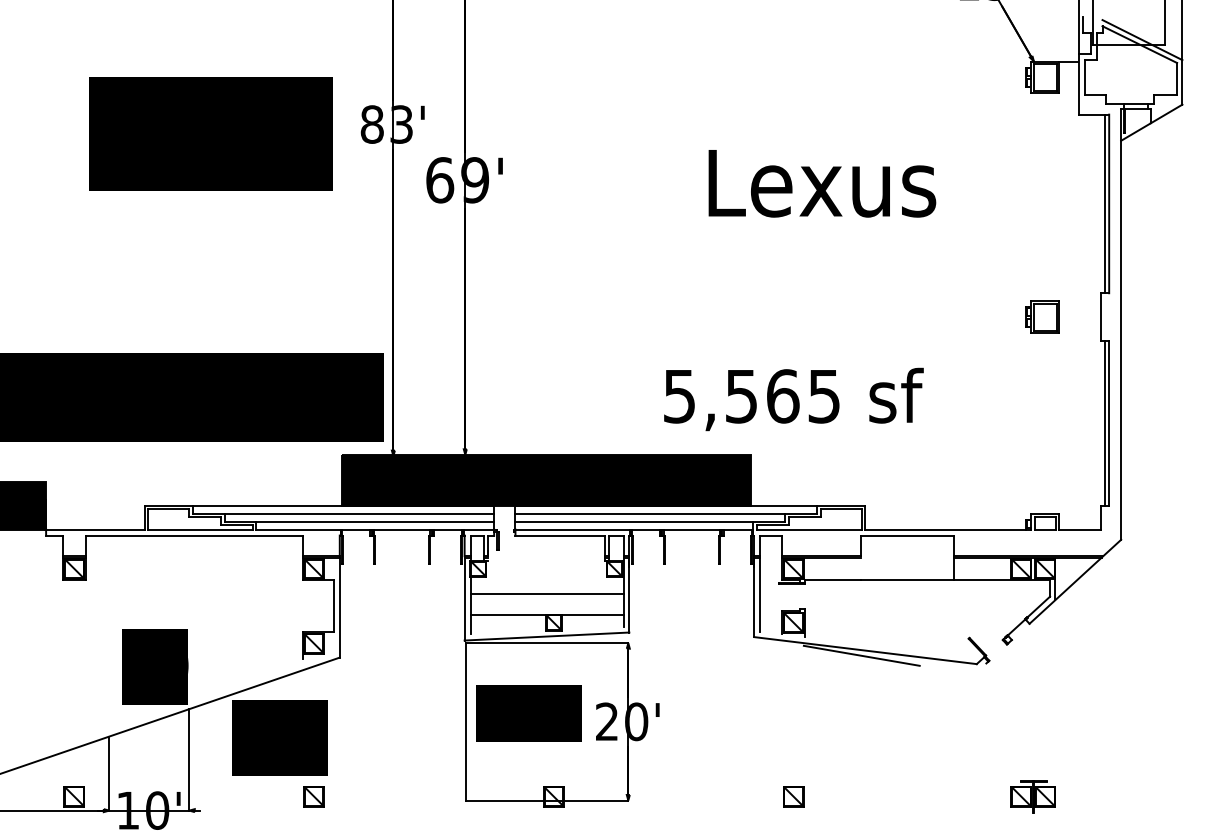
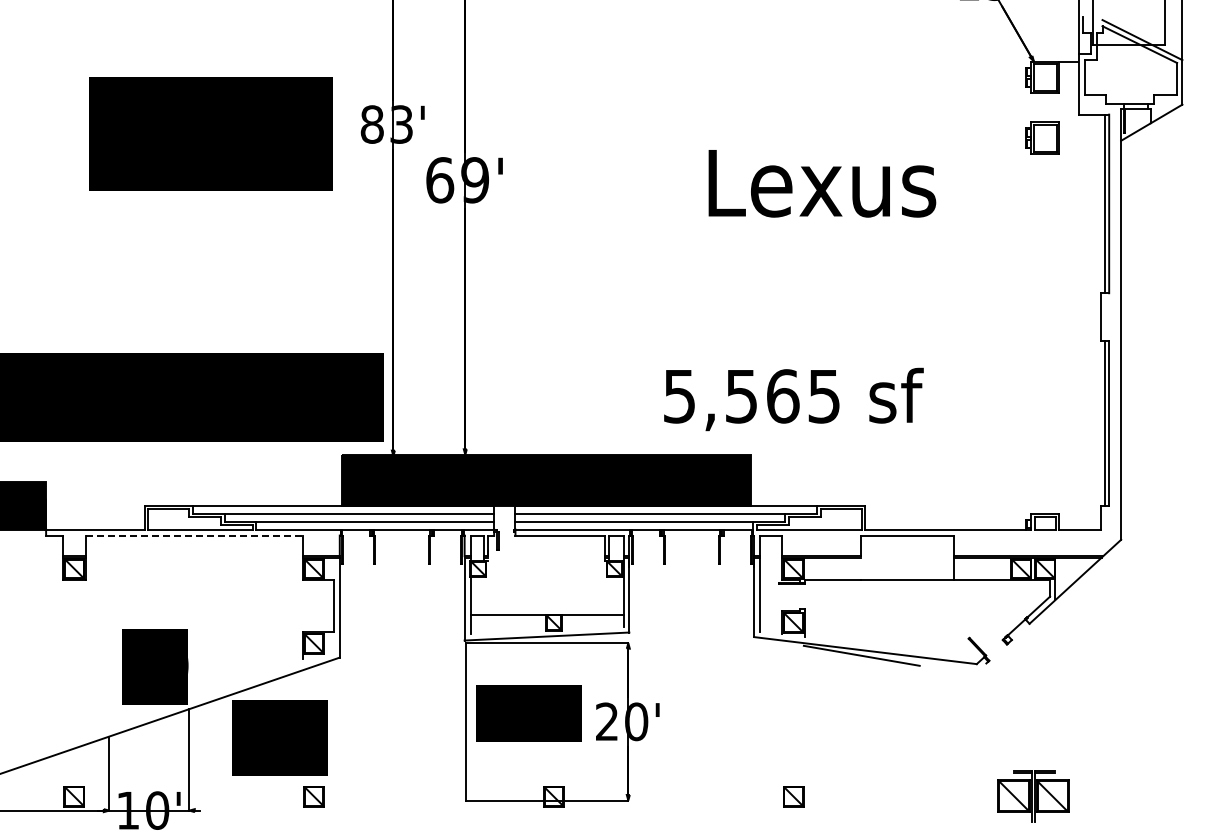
part at (1042, 316) position: (1042, 316) -> (1042, 137)
line at (194, 535): solid -> dashed
line at (547, 593): present -> none
part at (1032, 796) size: 46x34 px -> 73x53 px
